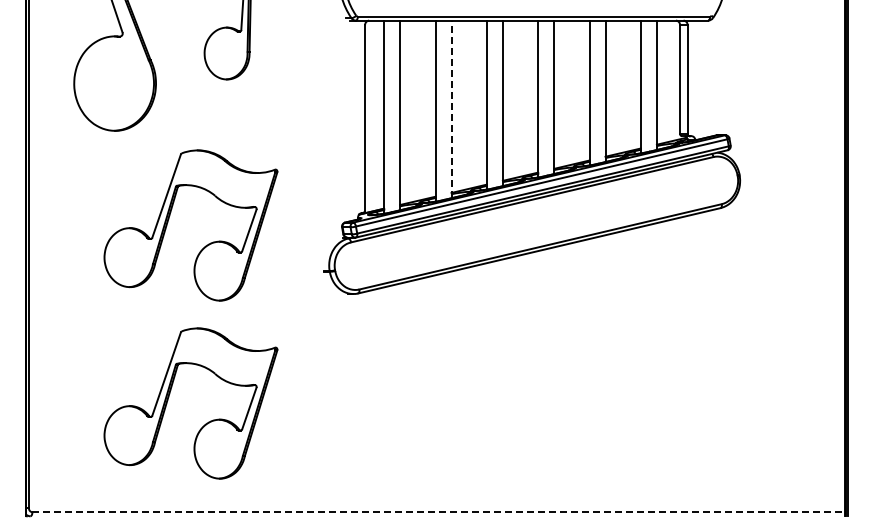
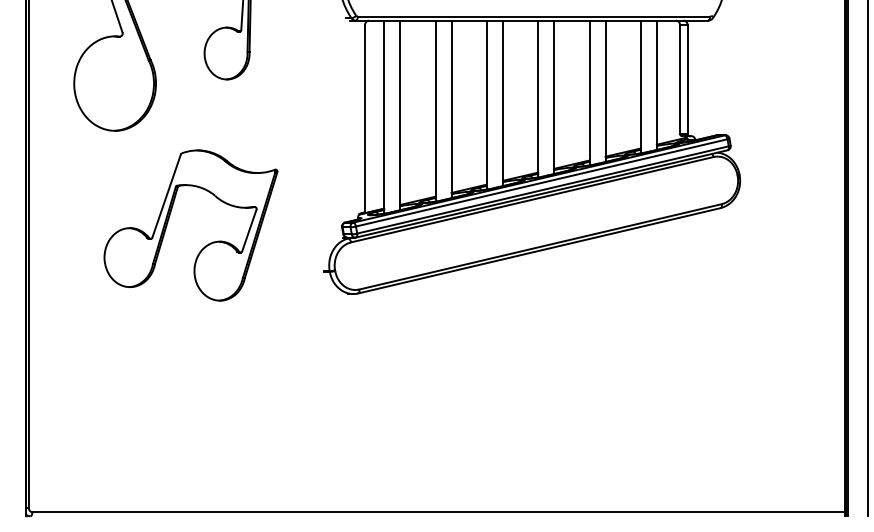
line at (451, 109): dashed -> solid
line at (867, 259): none -> present
part at (169, 397): present -> none
line at (439, 512): dashed -> solid
